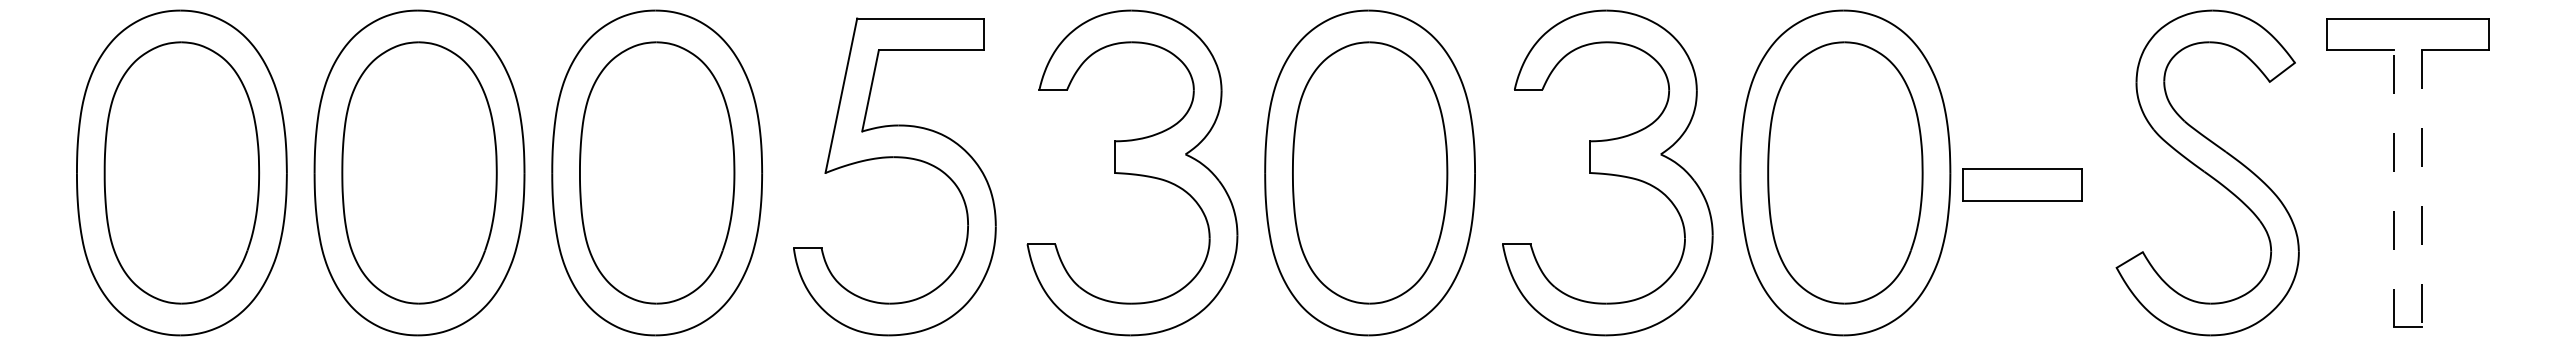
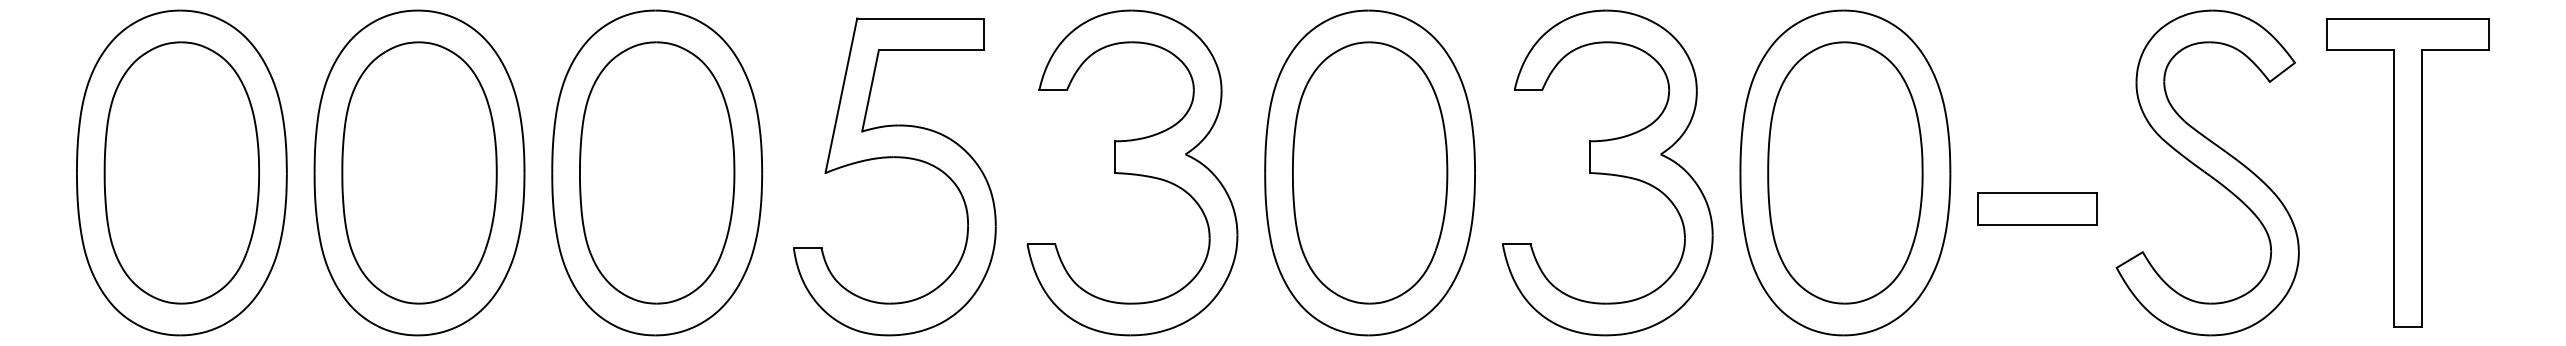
part at (2022, 184) position: (2022, 184) -> (2037, 208)
line at (2393, 188): dashed -> solid
line at (2421, 188): dashed -> solid
